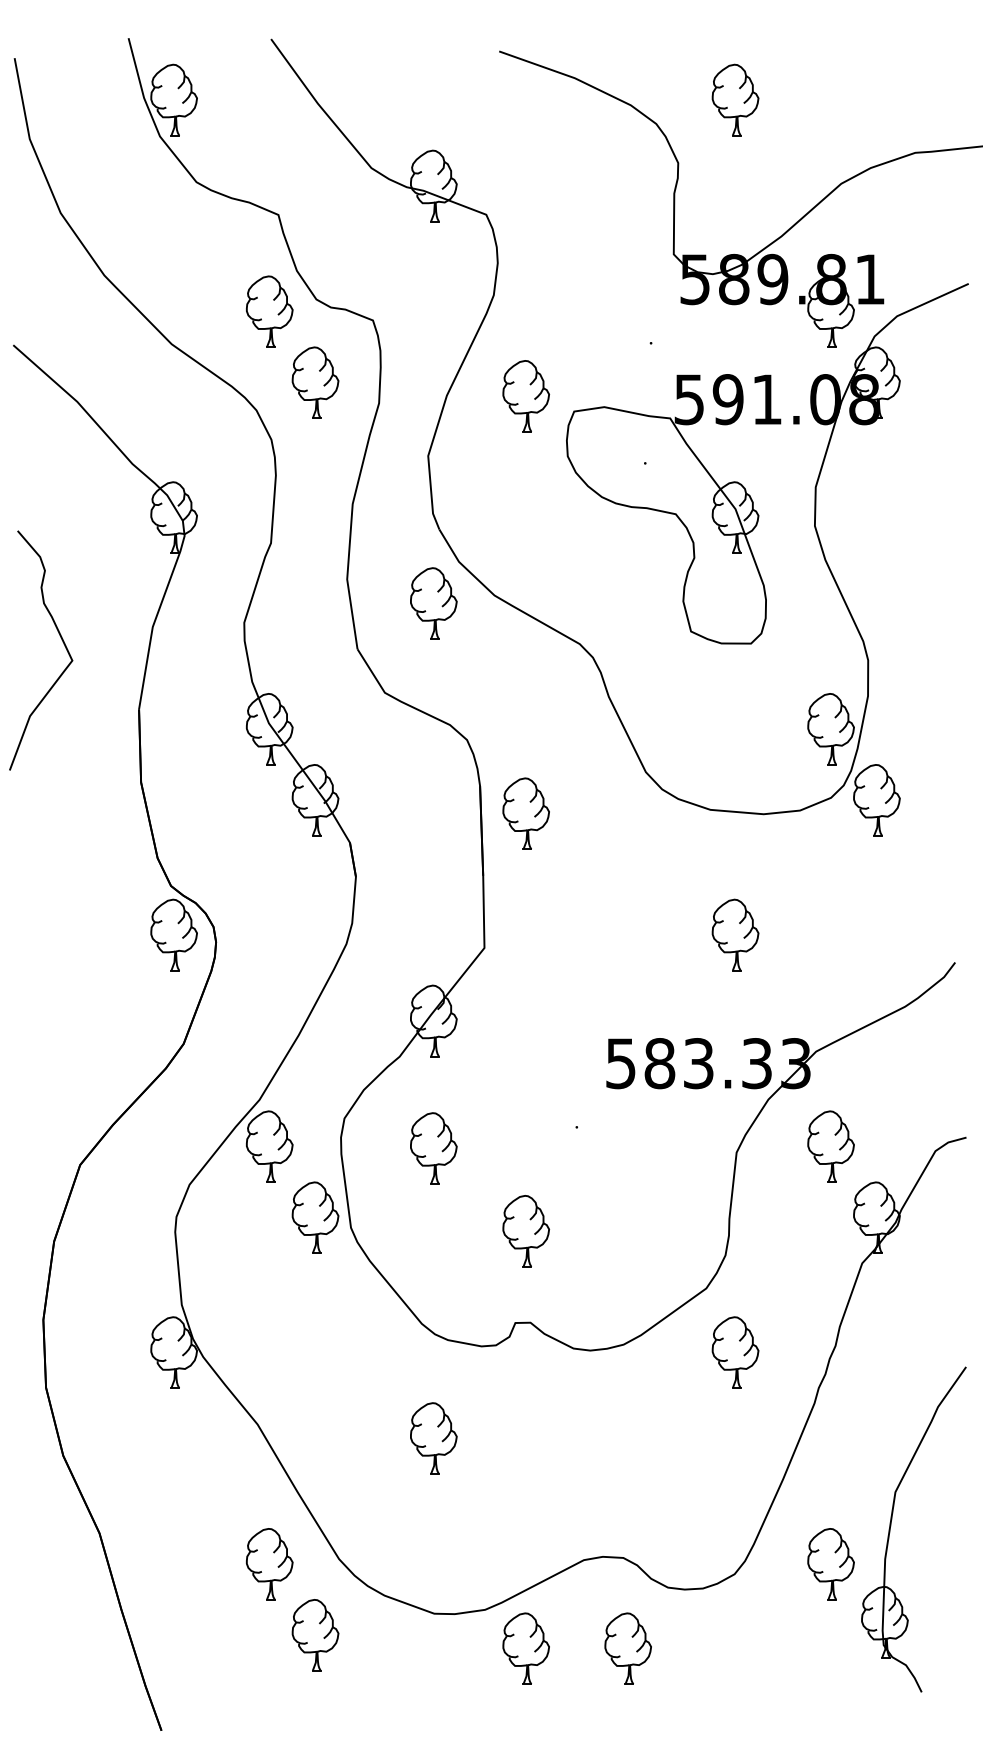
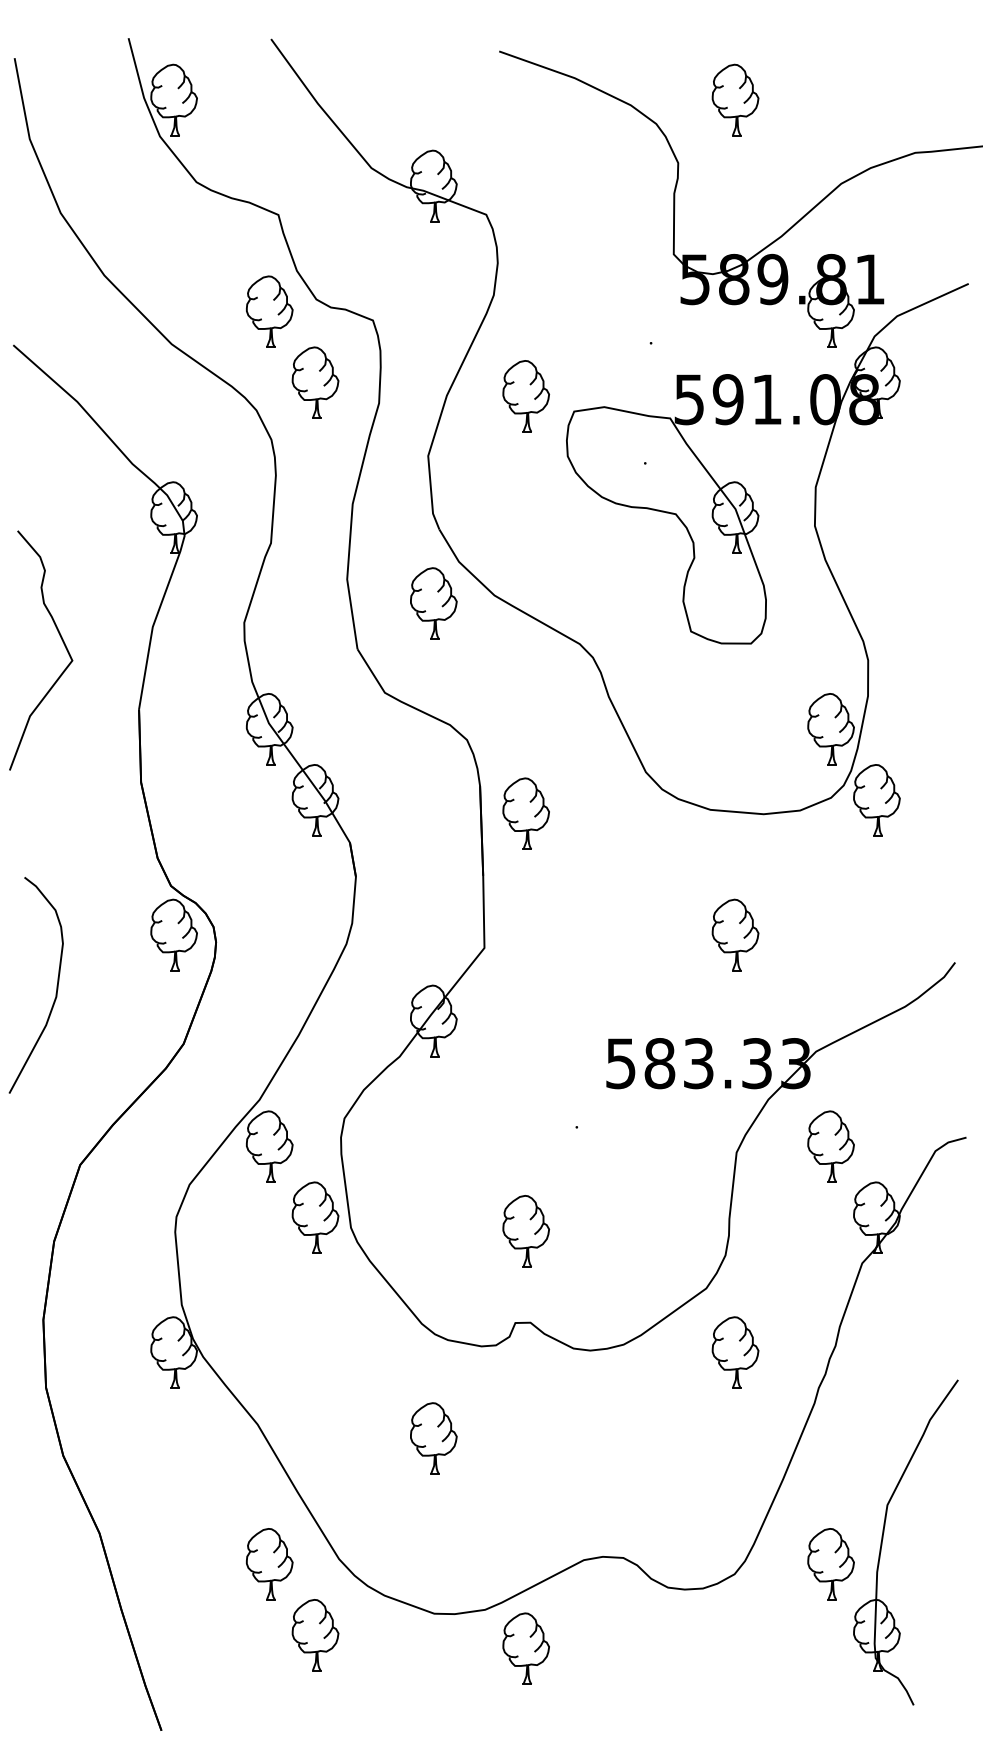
curve at (56, 985): none -> present
part at (433, 1148): present -> none
part at (891, 1526) position: (891, 1526) -> (883, 1539)
part at (627, 1648): present -> none
